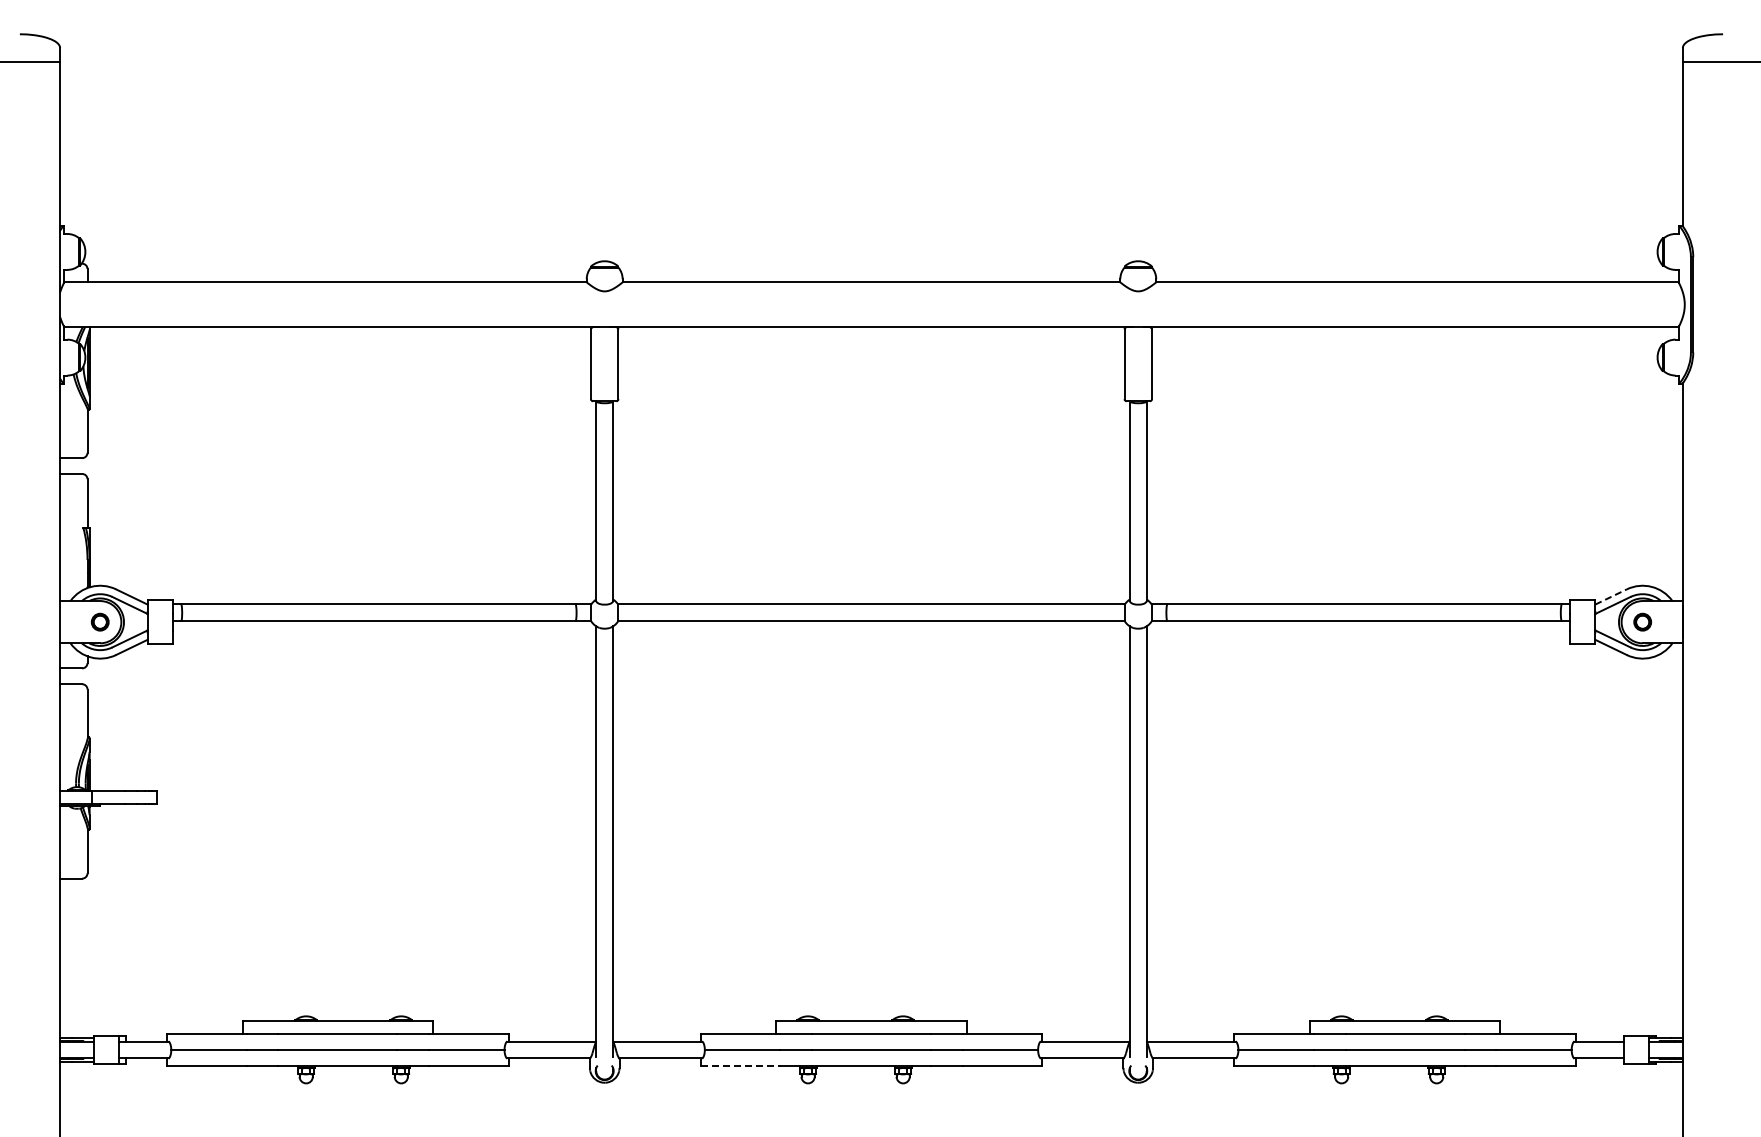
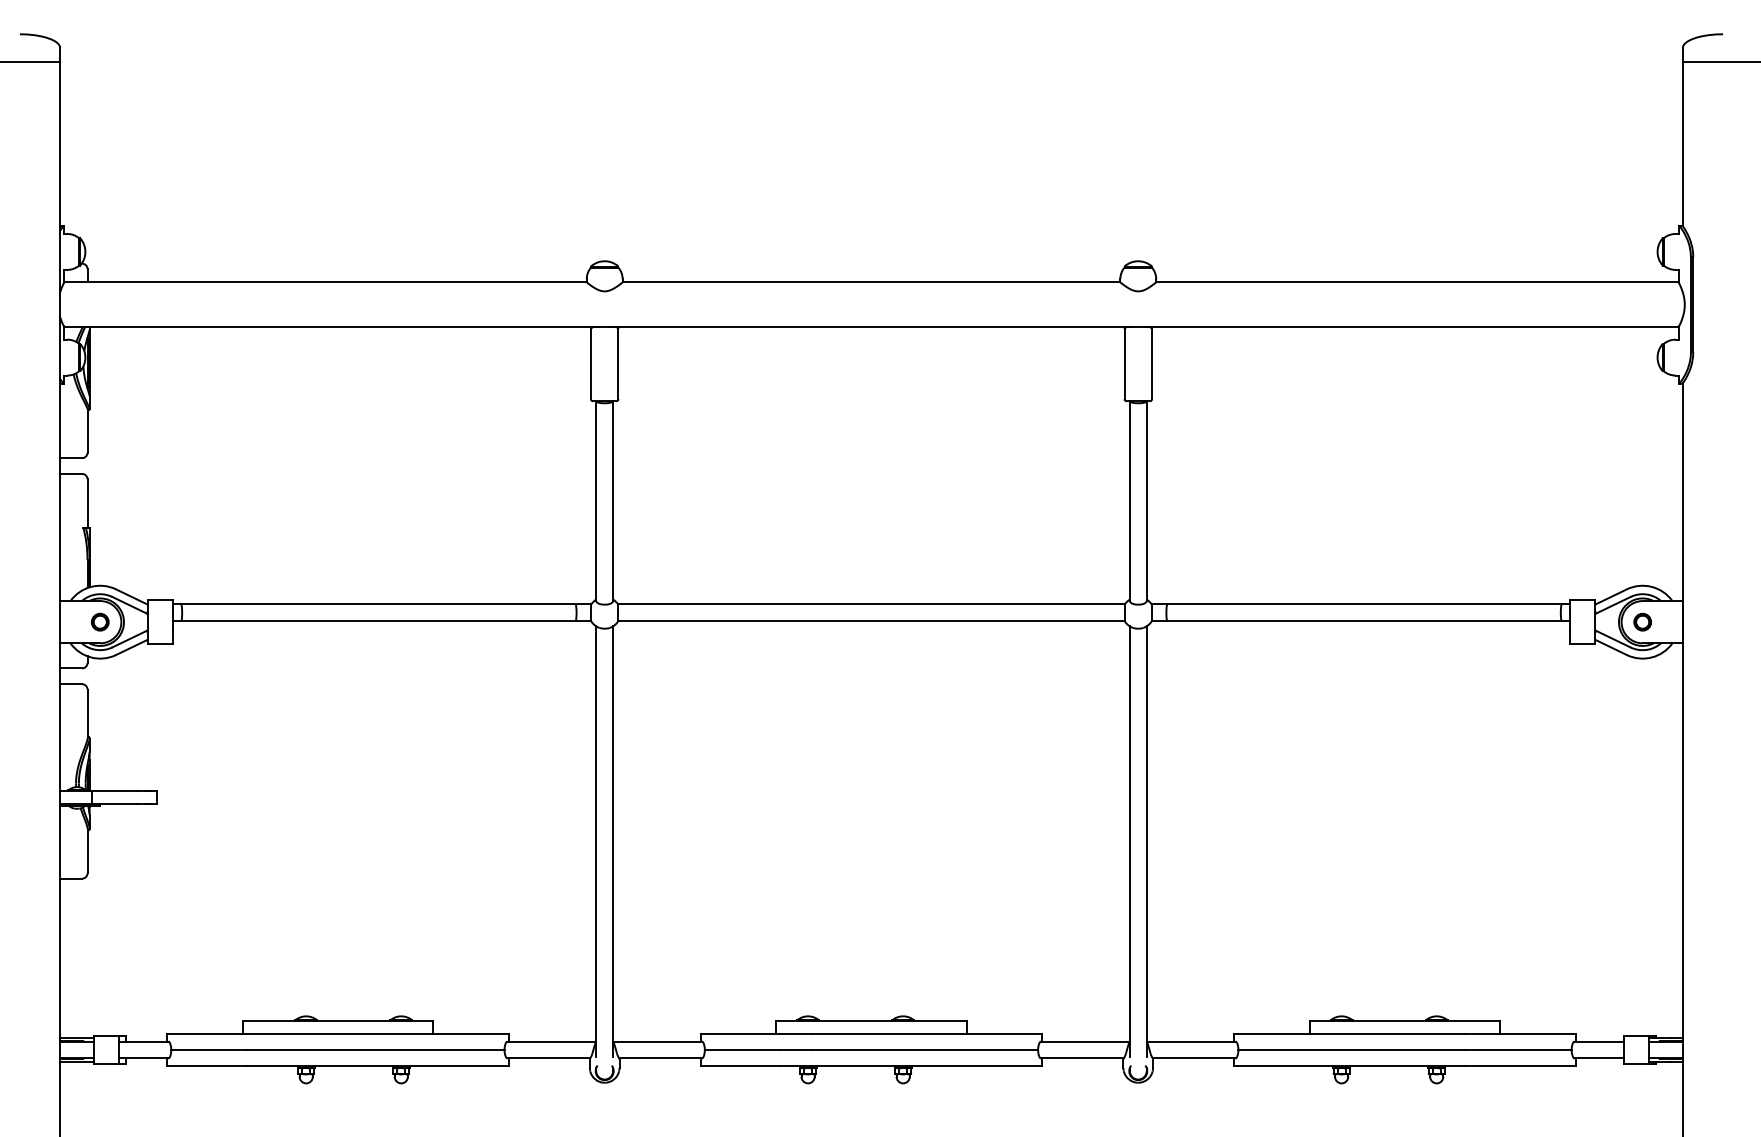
line at (1611, 596): dashed -> solid
line at (740, 1065): dashed -> solid
